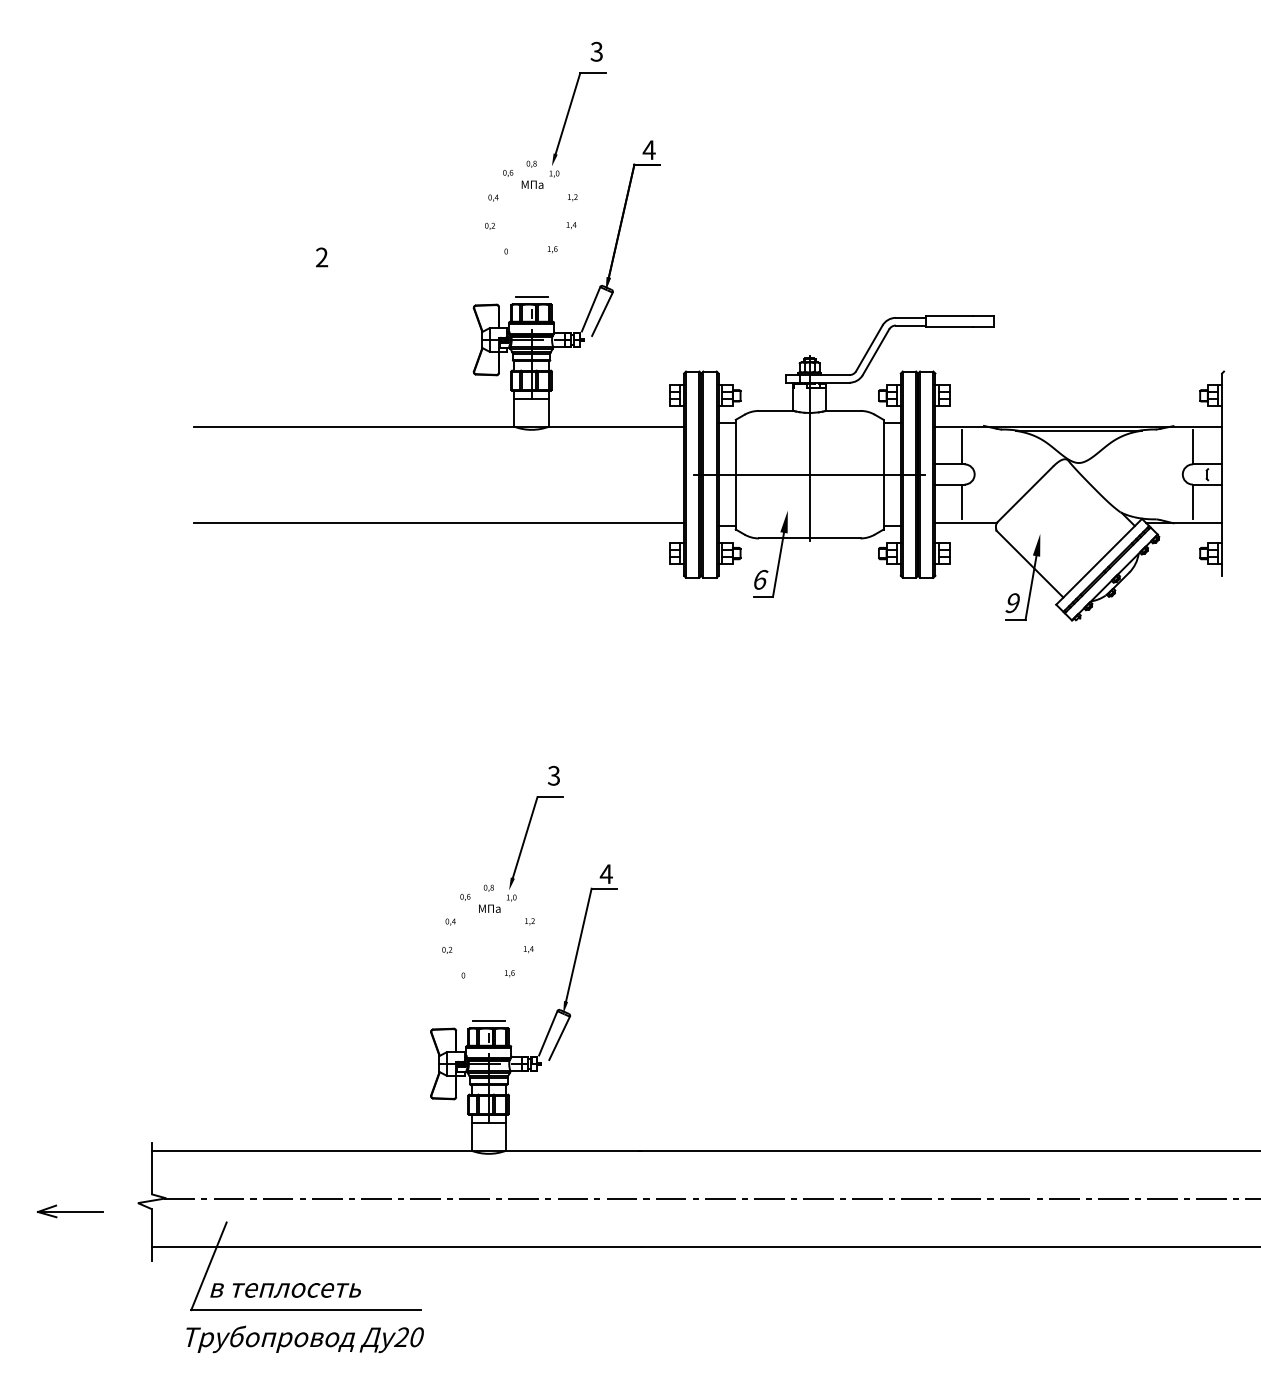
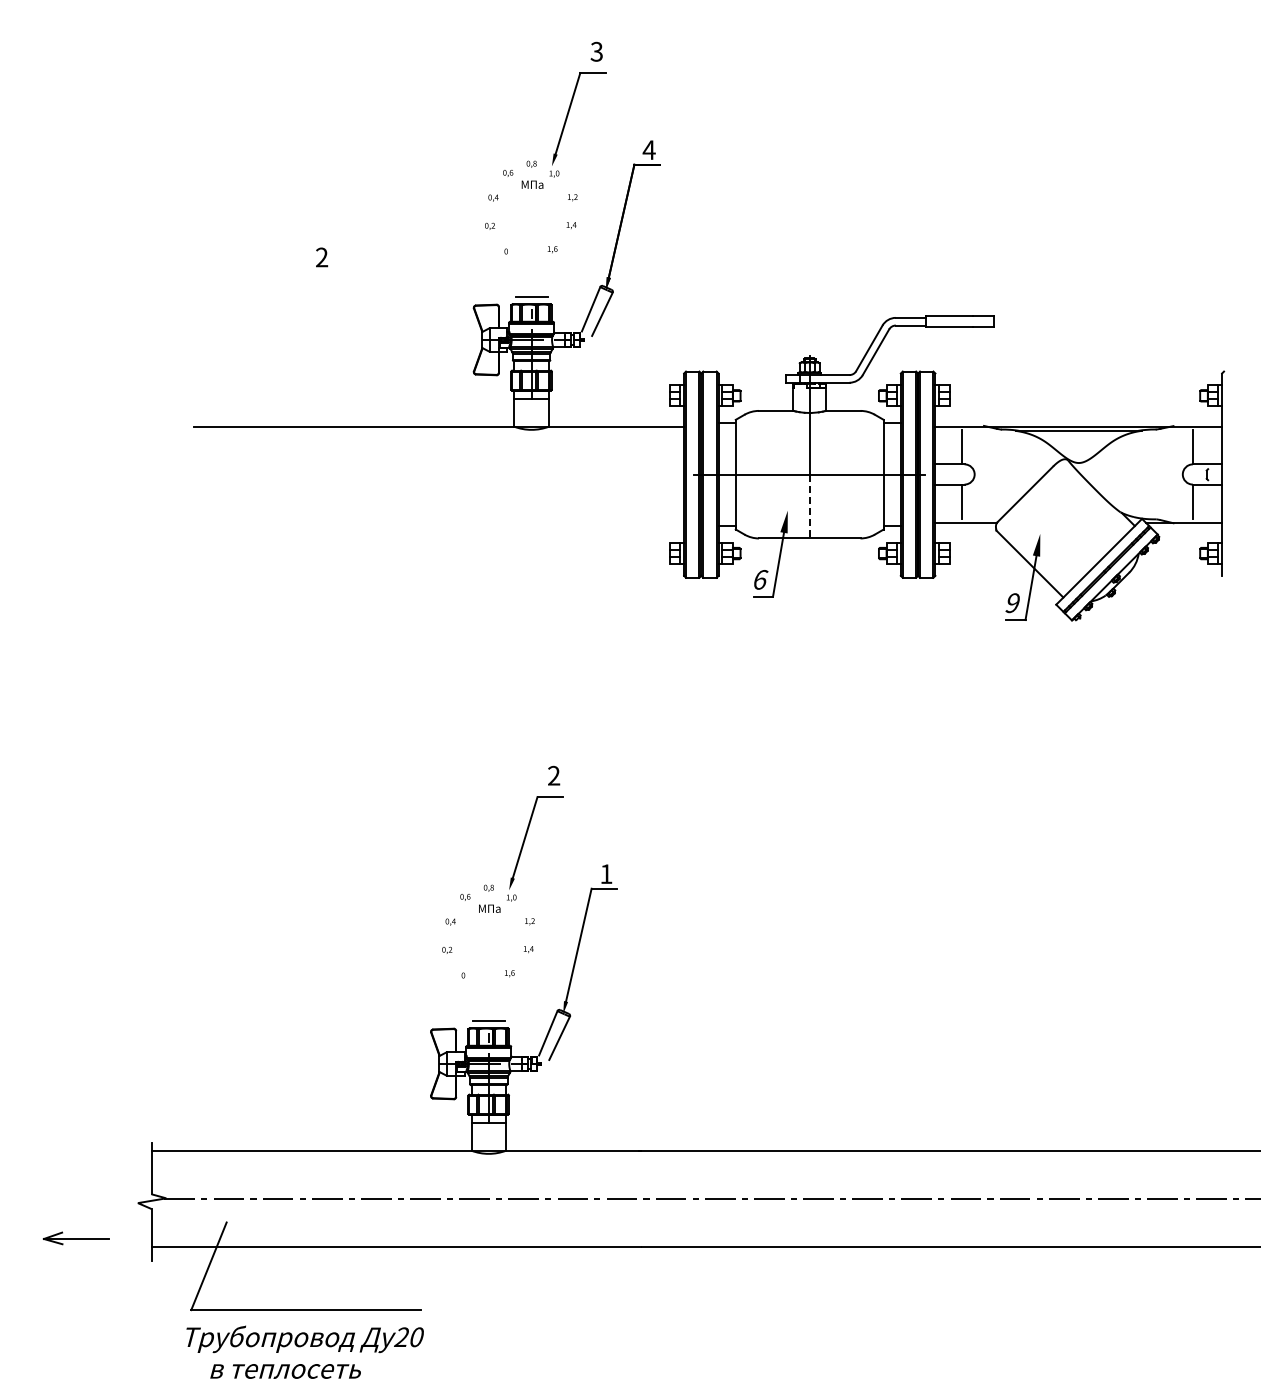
line at (809, 508): solid -> dashed
line at (439, 522): present -> none
text at (553, 775): 3 -> 2
text at (605, 873): 4 -> 1
part at (69, 1211) position: (69, 1211) -> (75, 1238)
text at (285, 1290) position: (285, 1290) -> (285, 1371)
